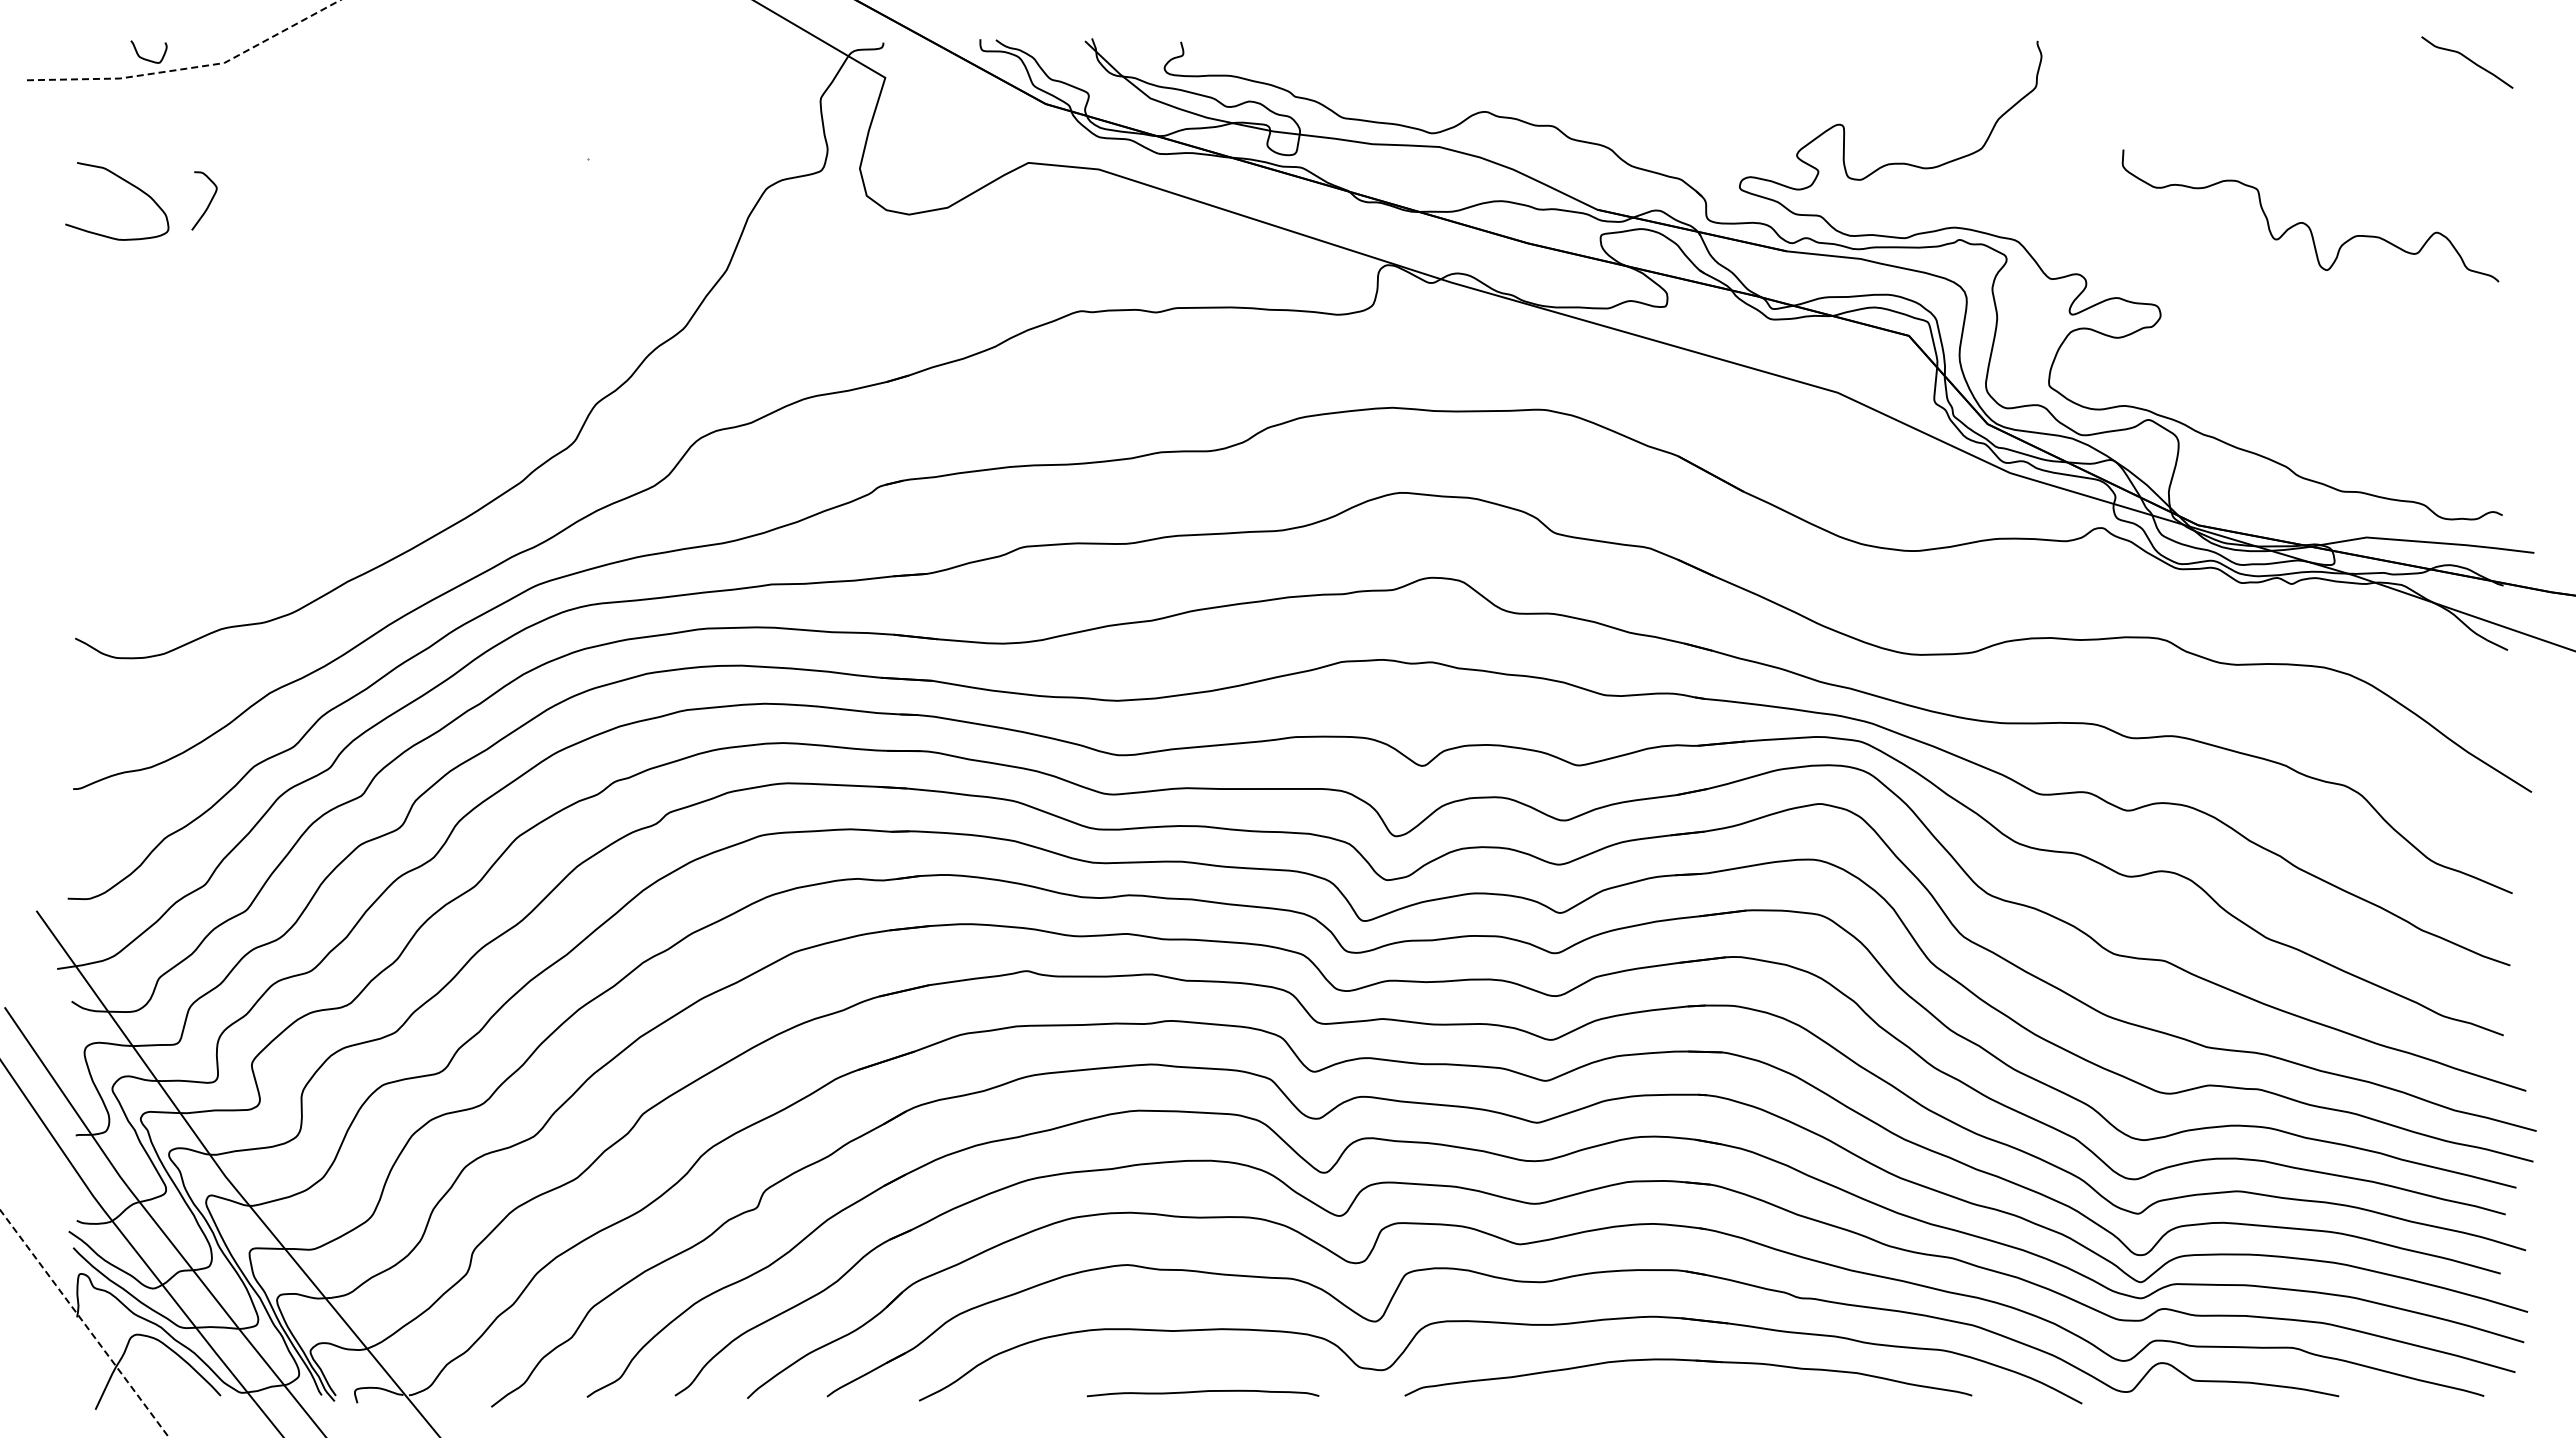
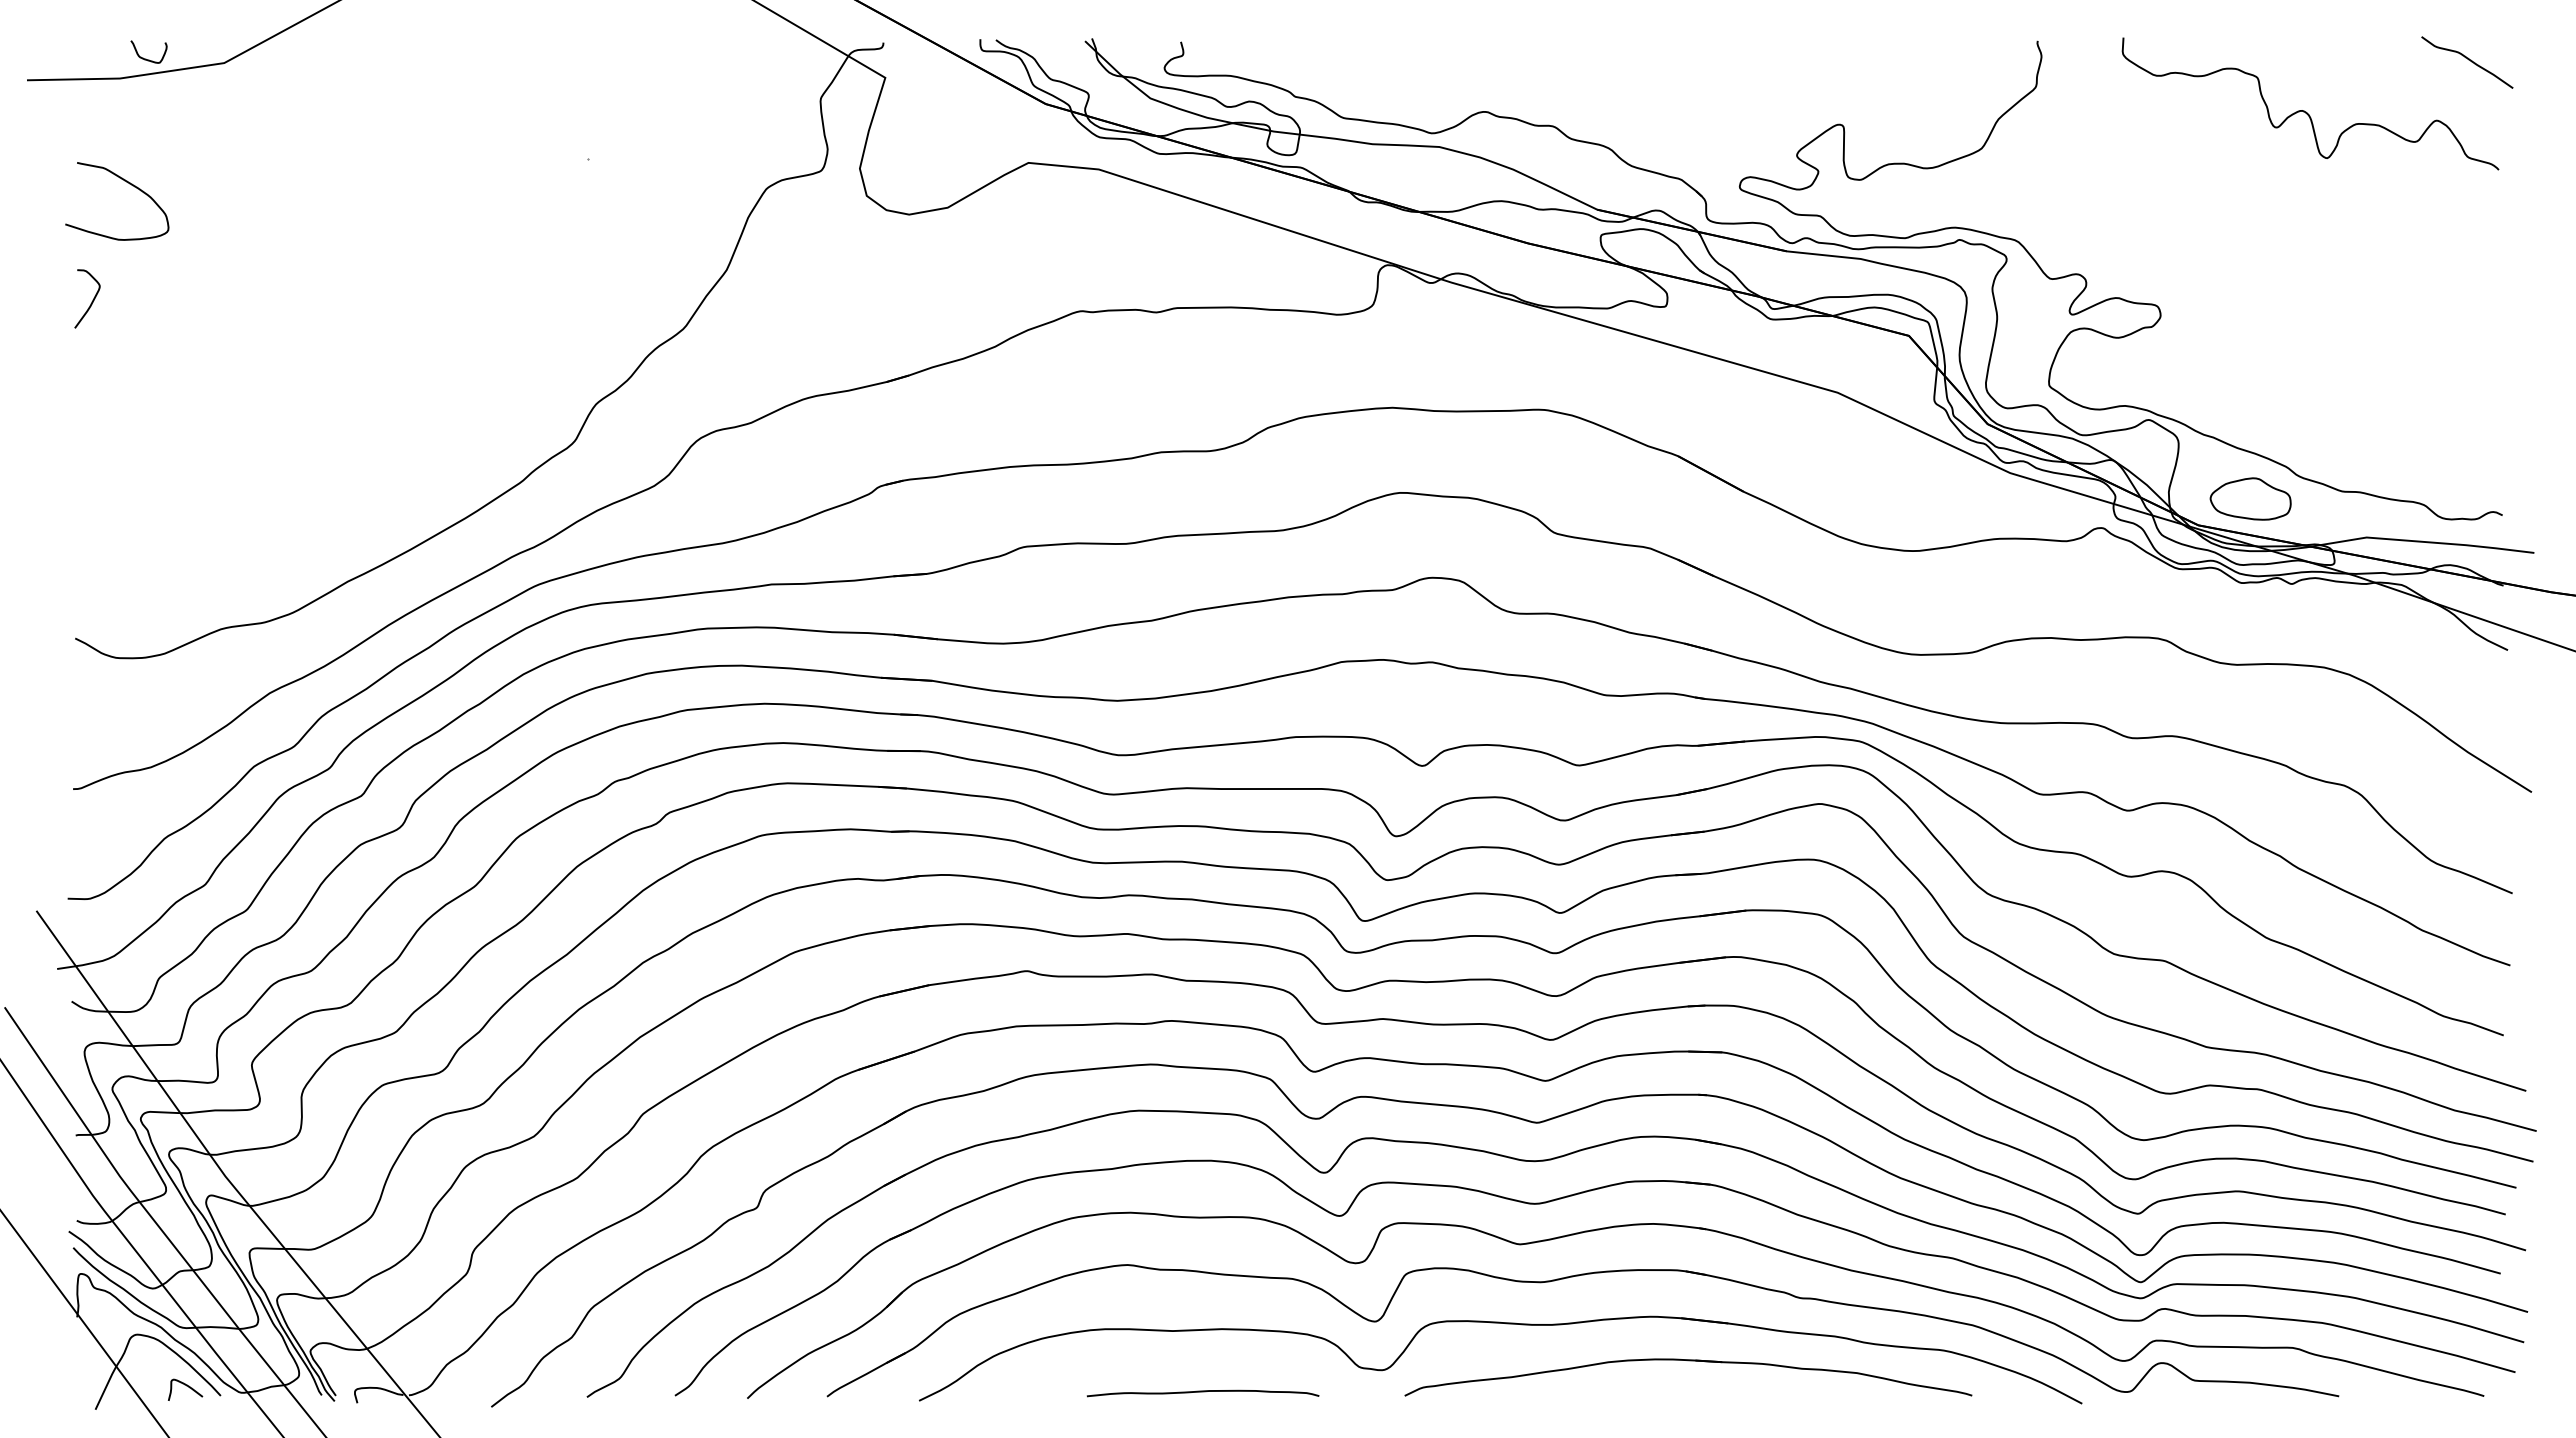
line at (190, 68): dashed -> solid
curve at (208, 203) position: (208, 203) -> (91, 301)
curve at (2306, 223) position: (2306, 223) -> (2306, 111)
part at (2250, 498): none -> present
line at (84, 1324): dashed -> solid
curve at (186, 1386): none -> present
